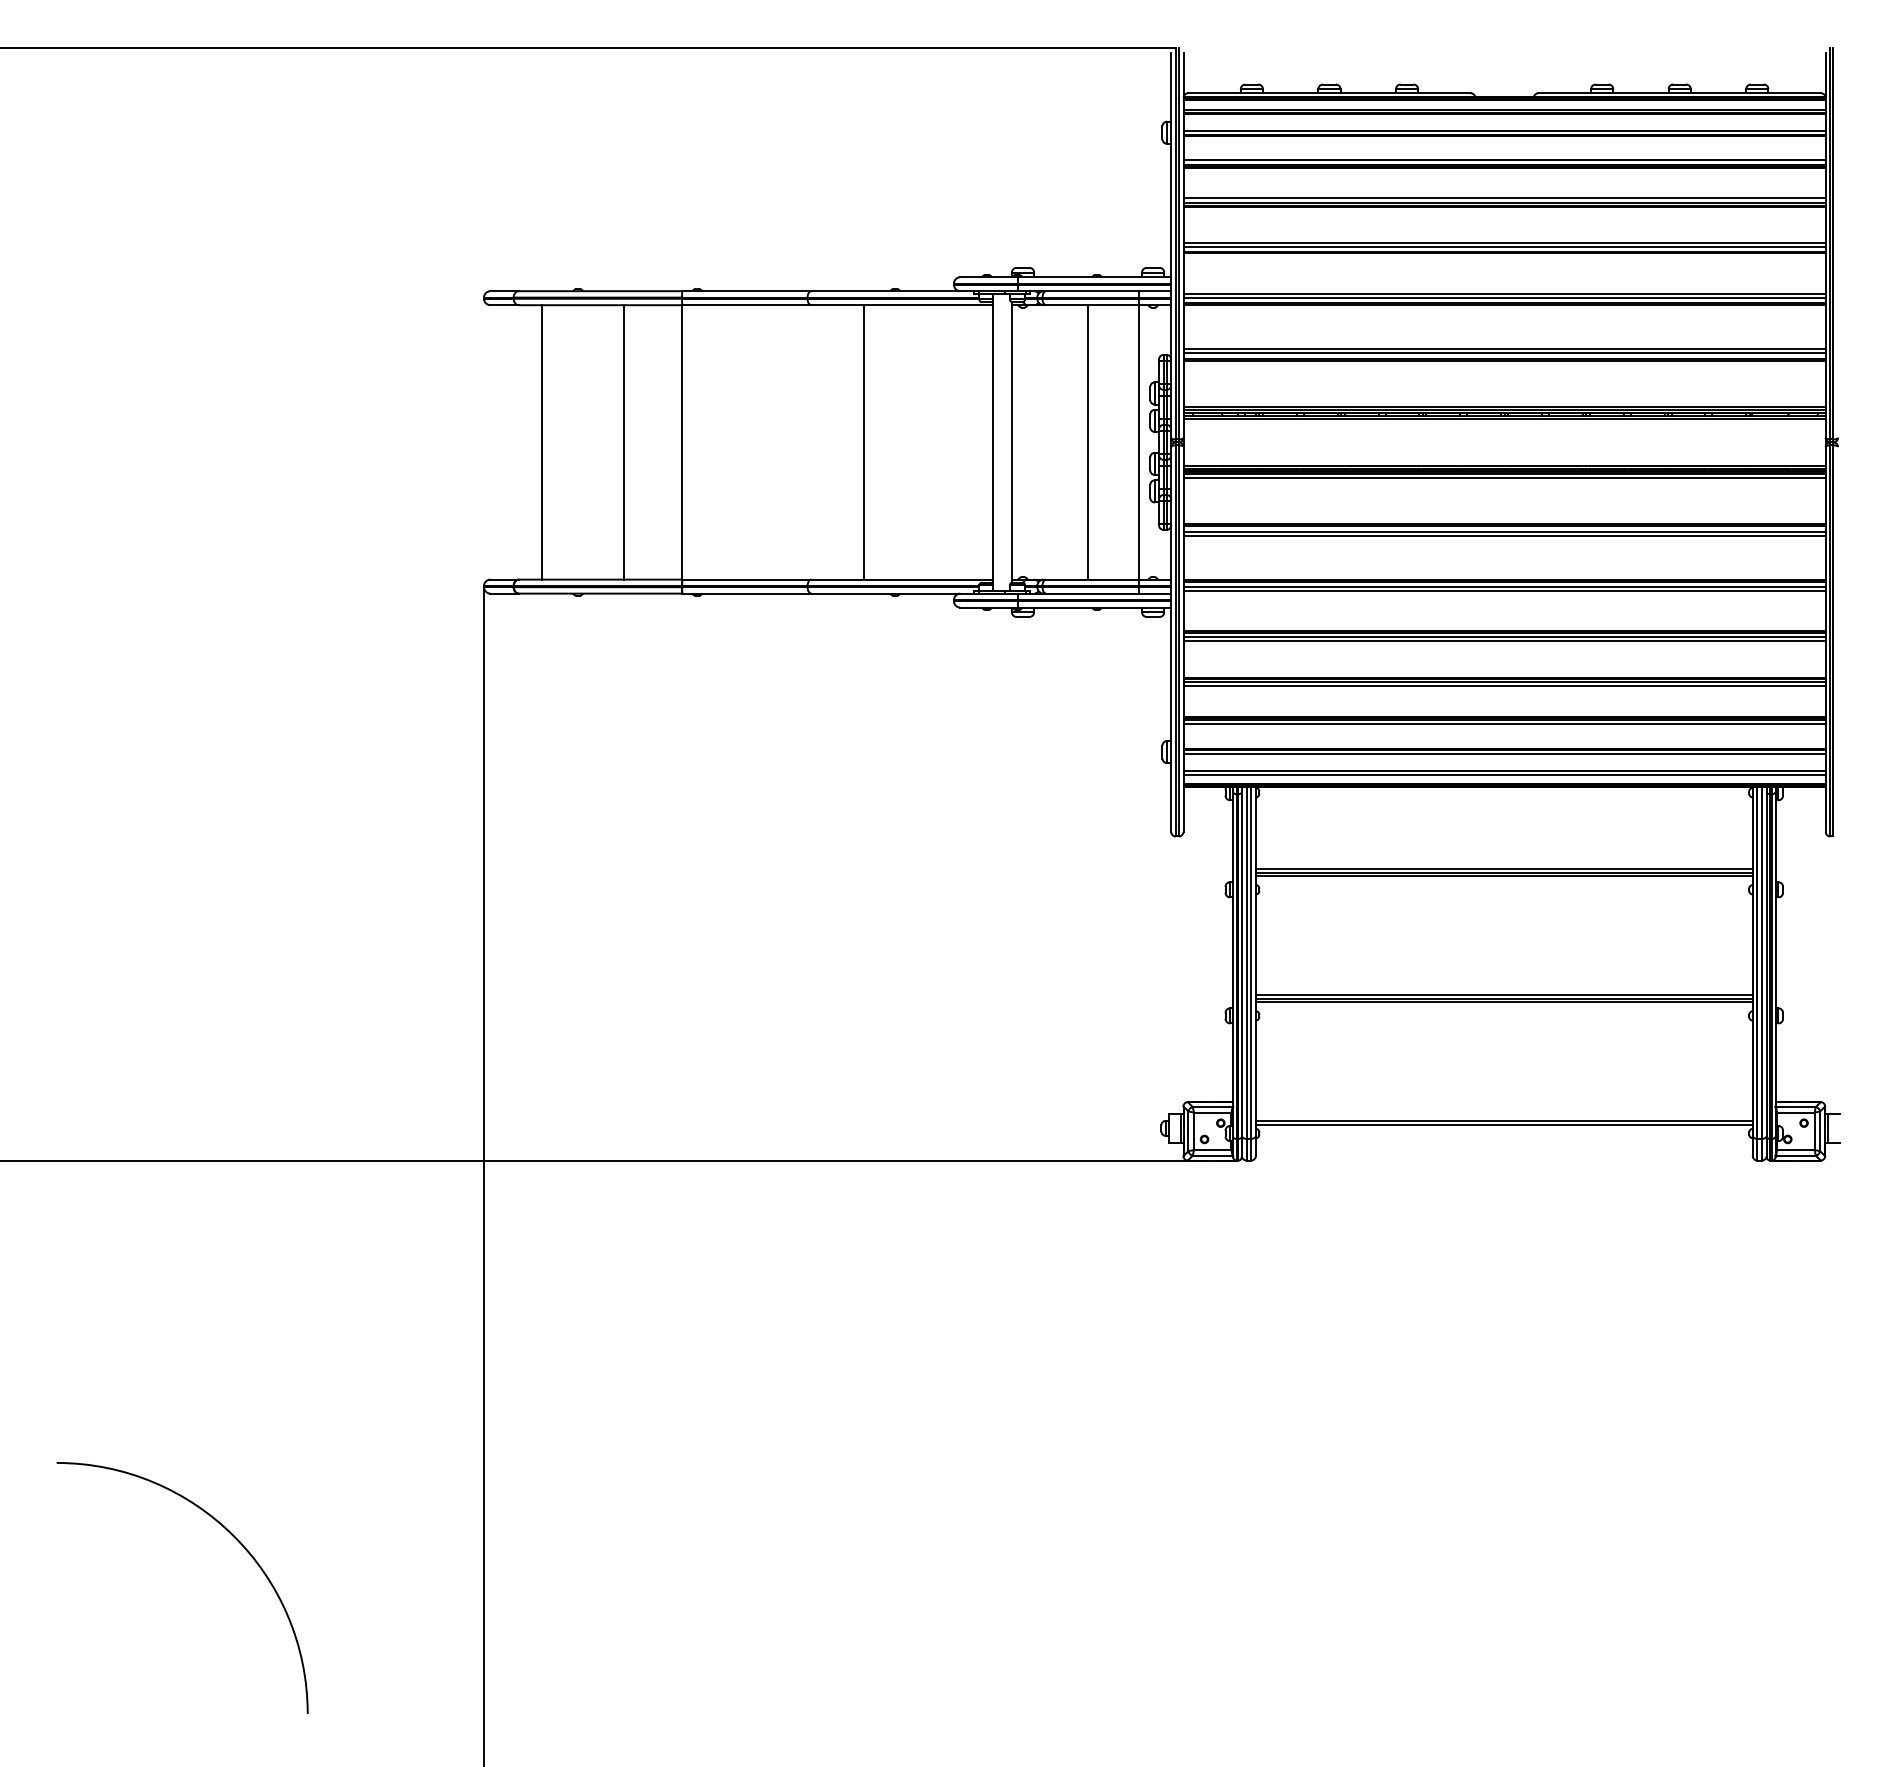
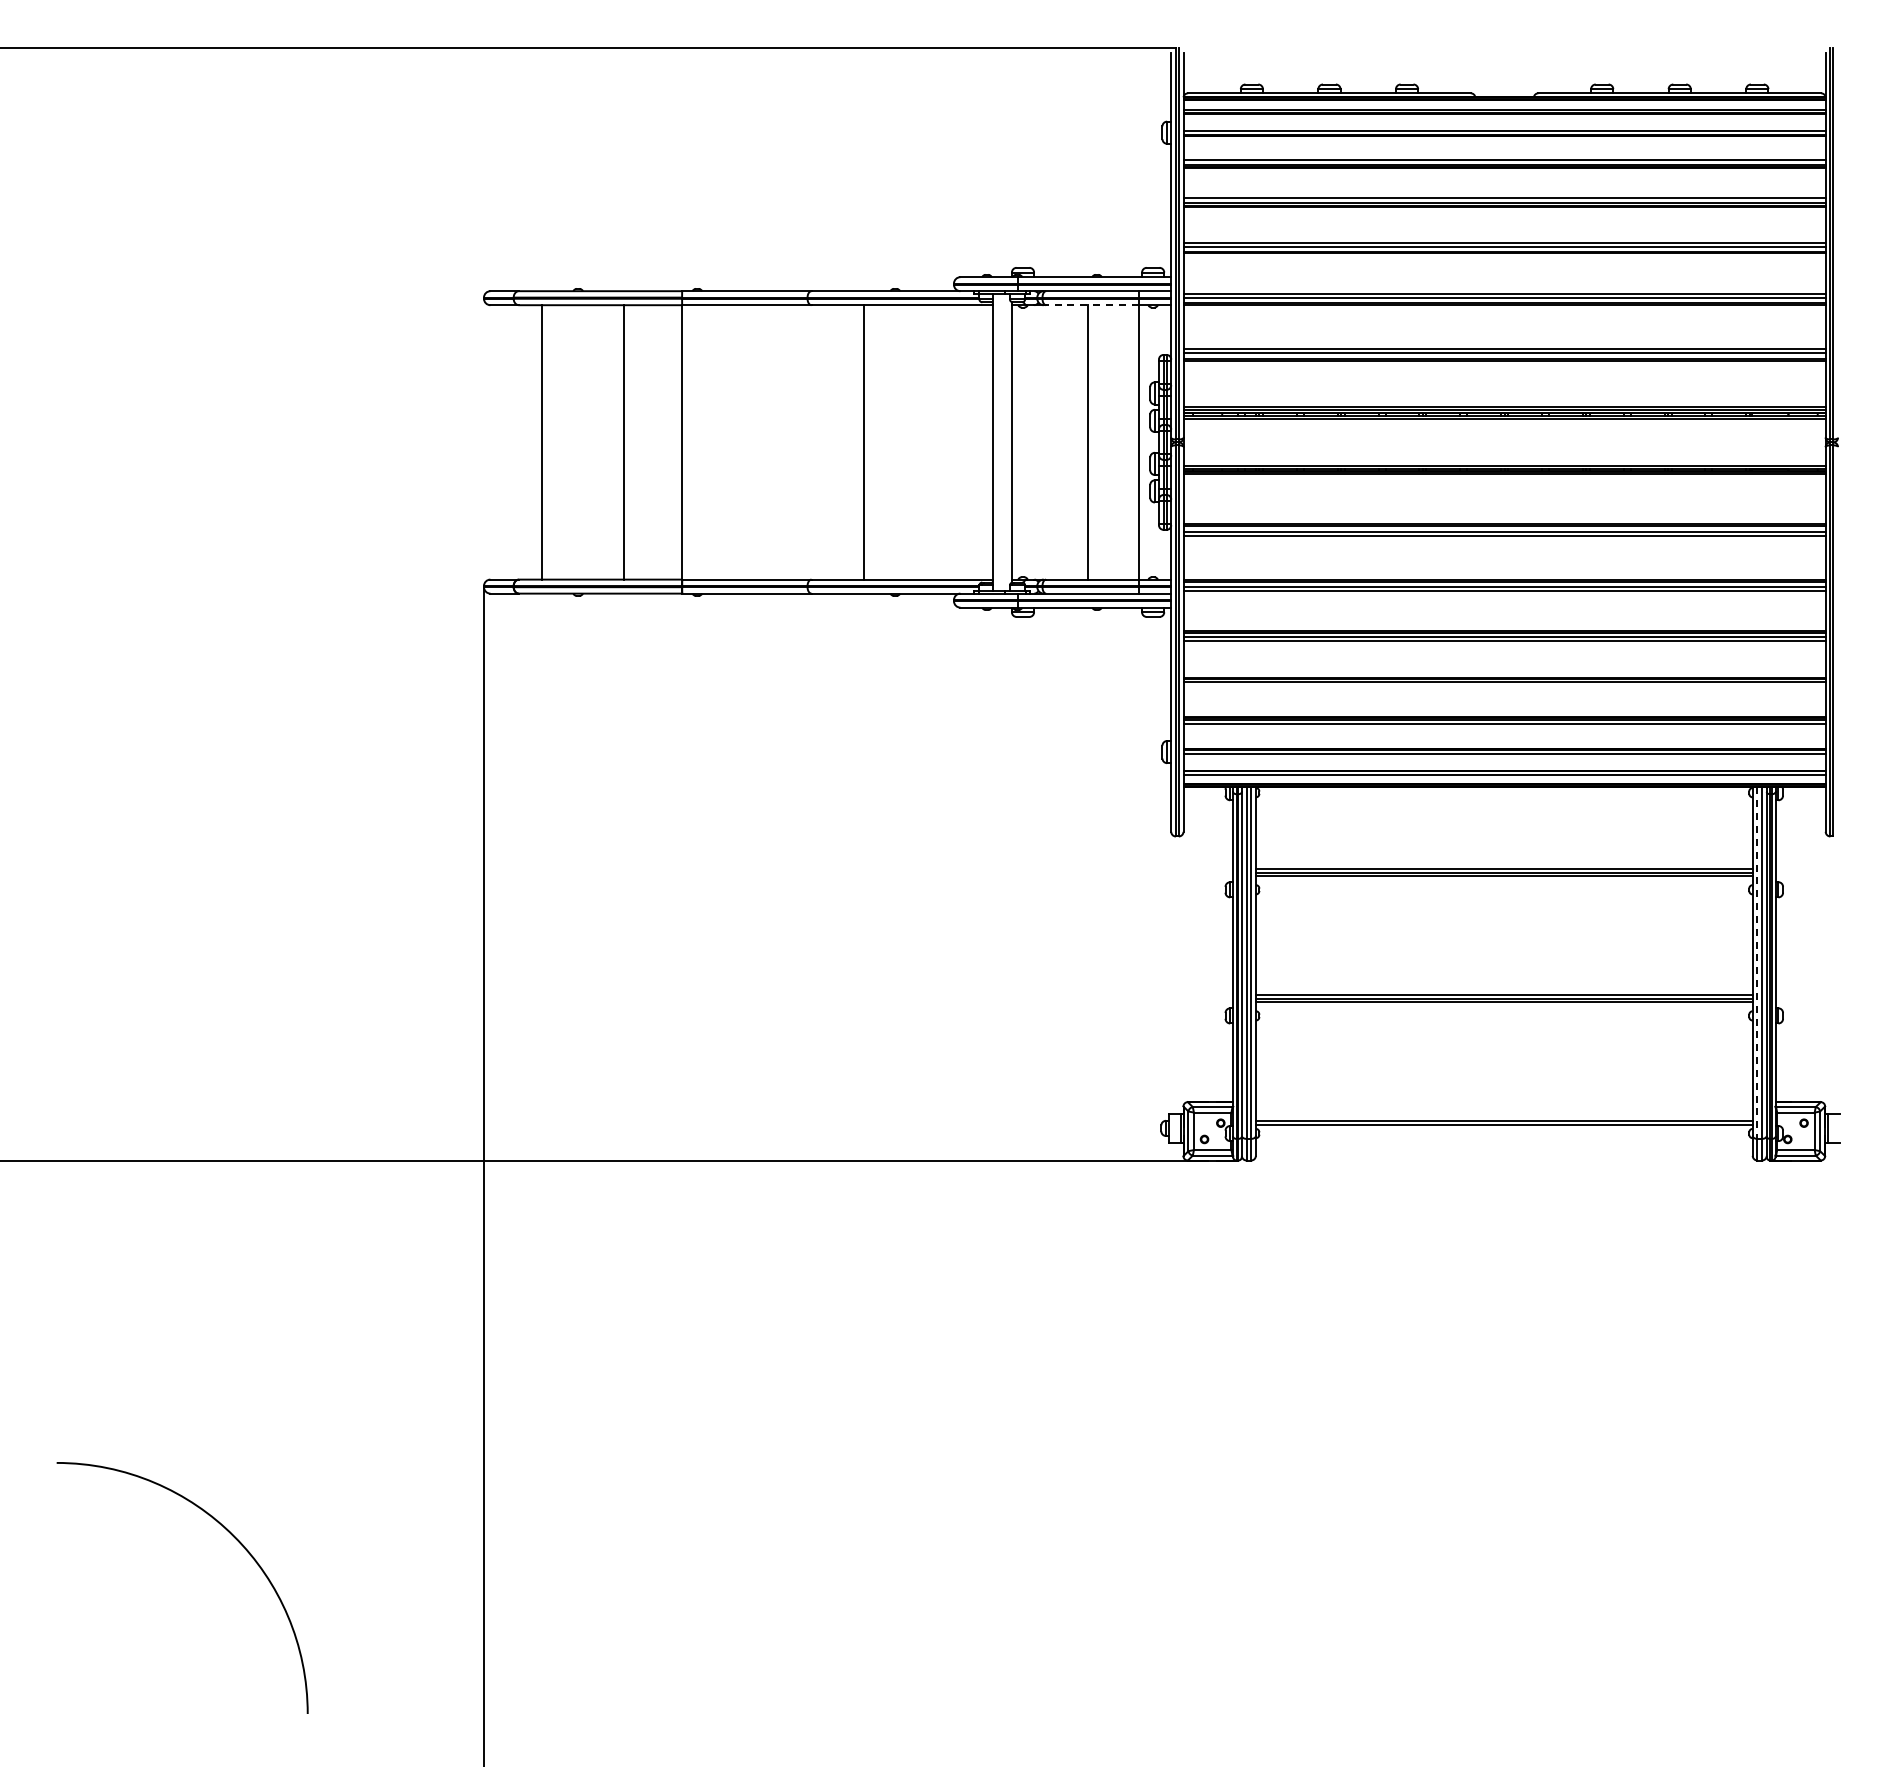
line at (1091, 305): solid -> dashed
line at (1504, 477): present -> none
line at (1504, 686): present -> none
line at (1757, 963): solid -> dashed
